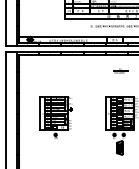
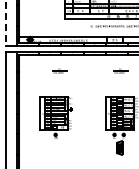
line at (5, 23): solid -> dashed
part at (59, 70): none -> present
